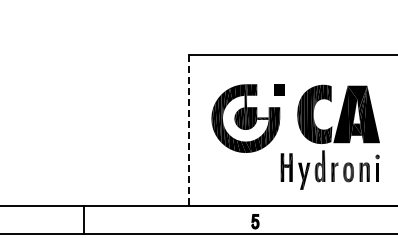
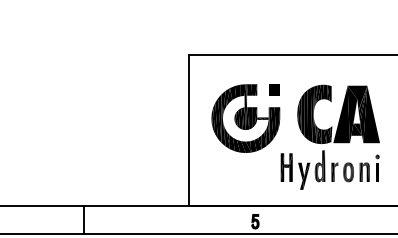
part at (279, 89) position: (279, 89) -> (274, 89)
line at (189, 130): dashed -> solid
